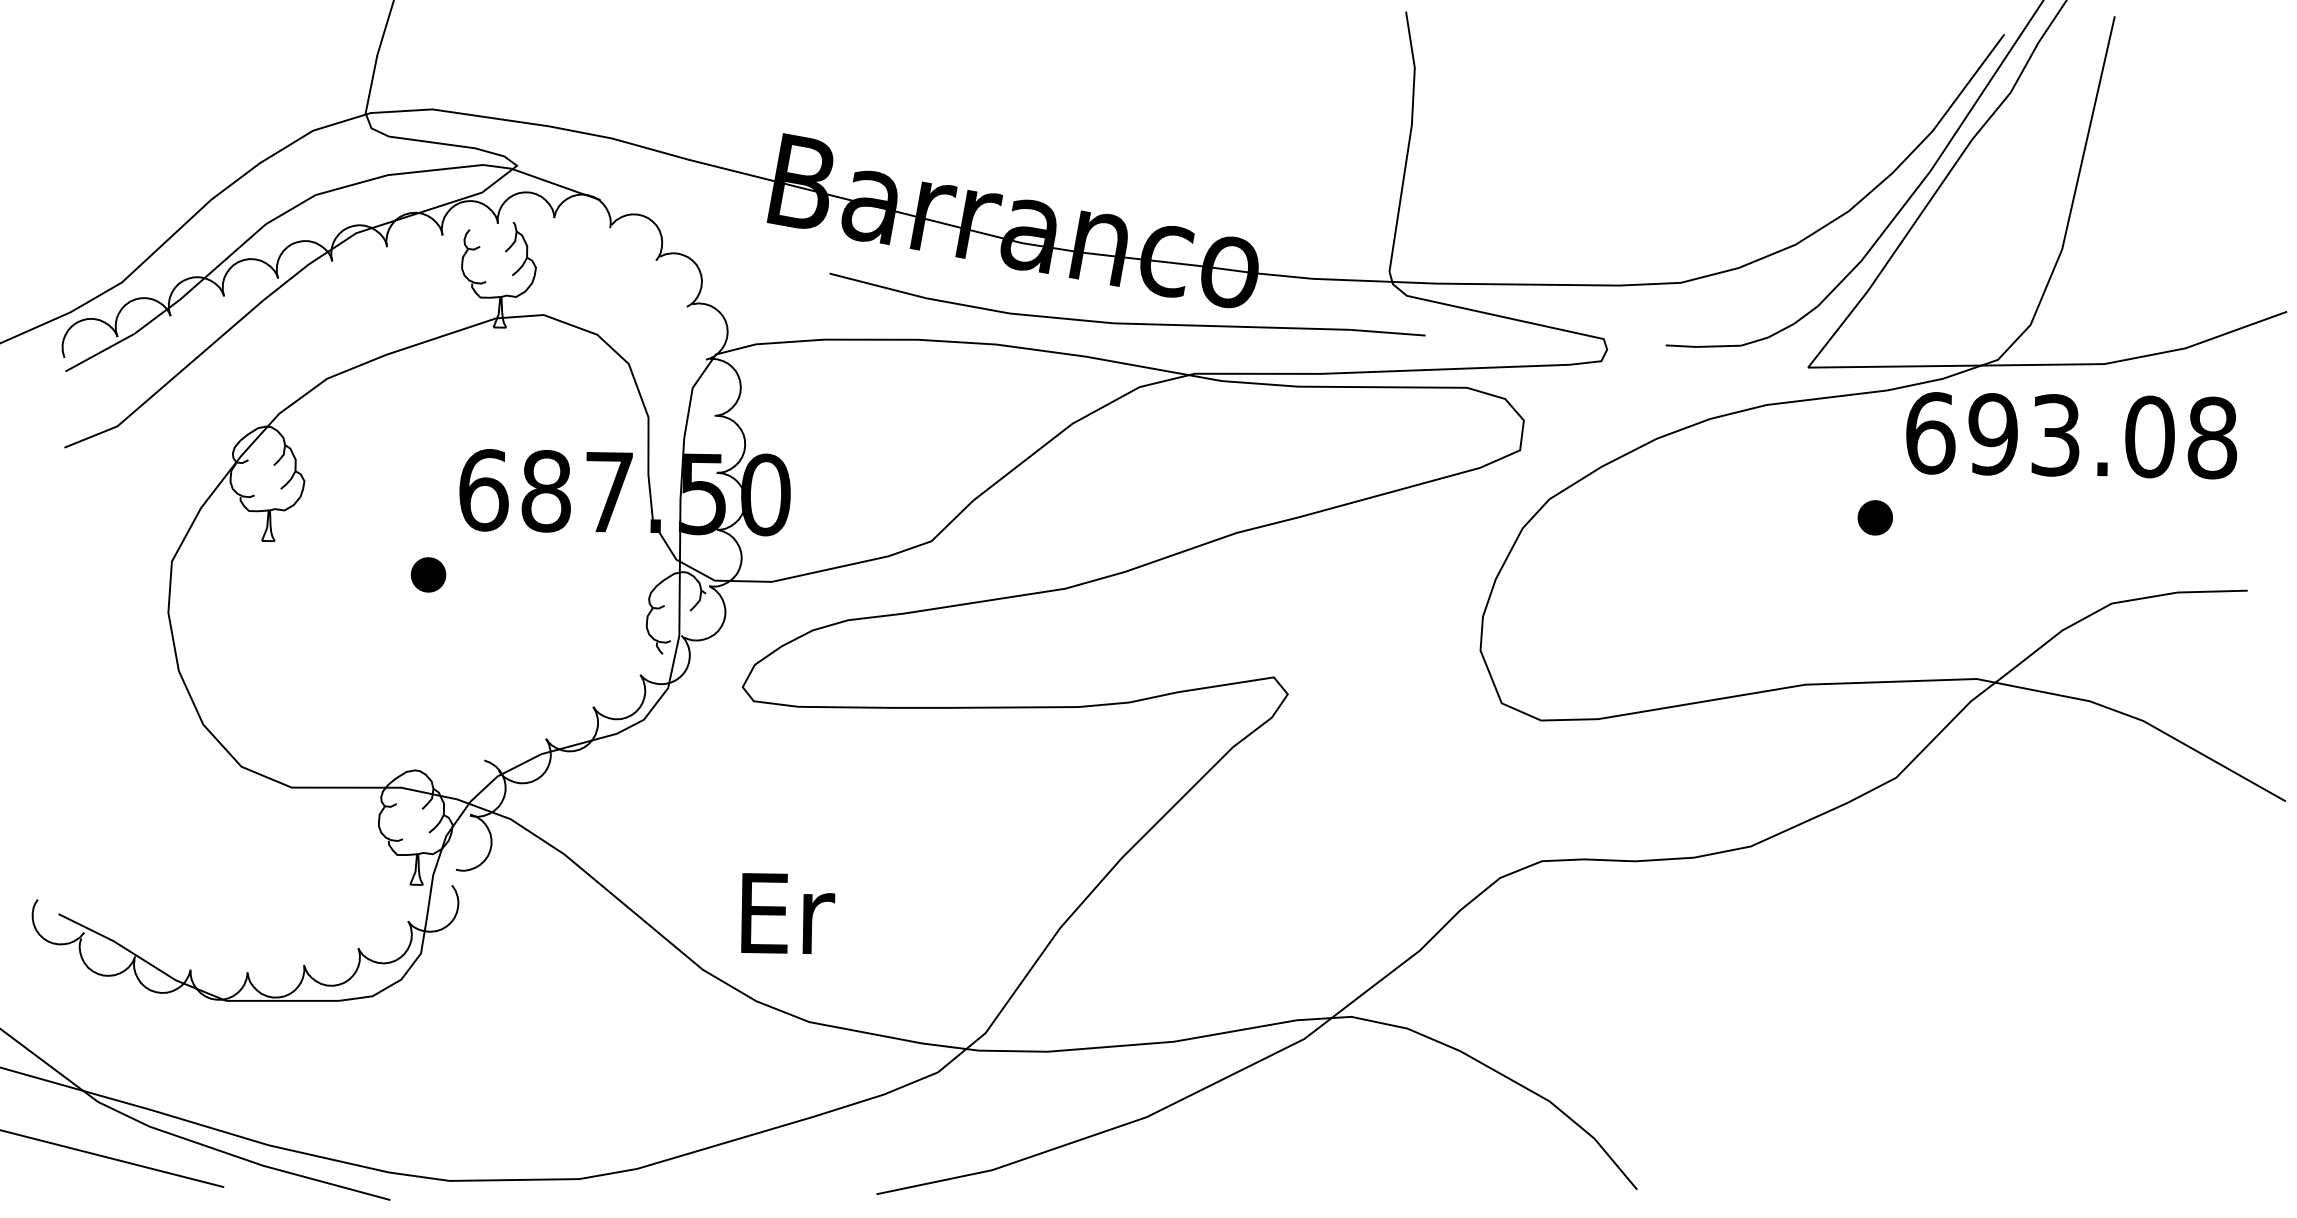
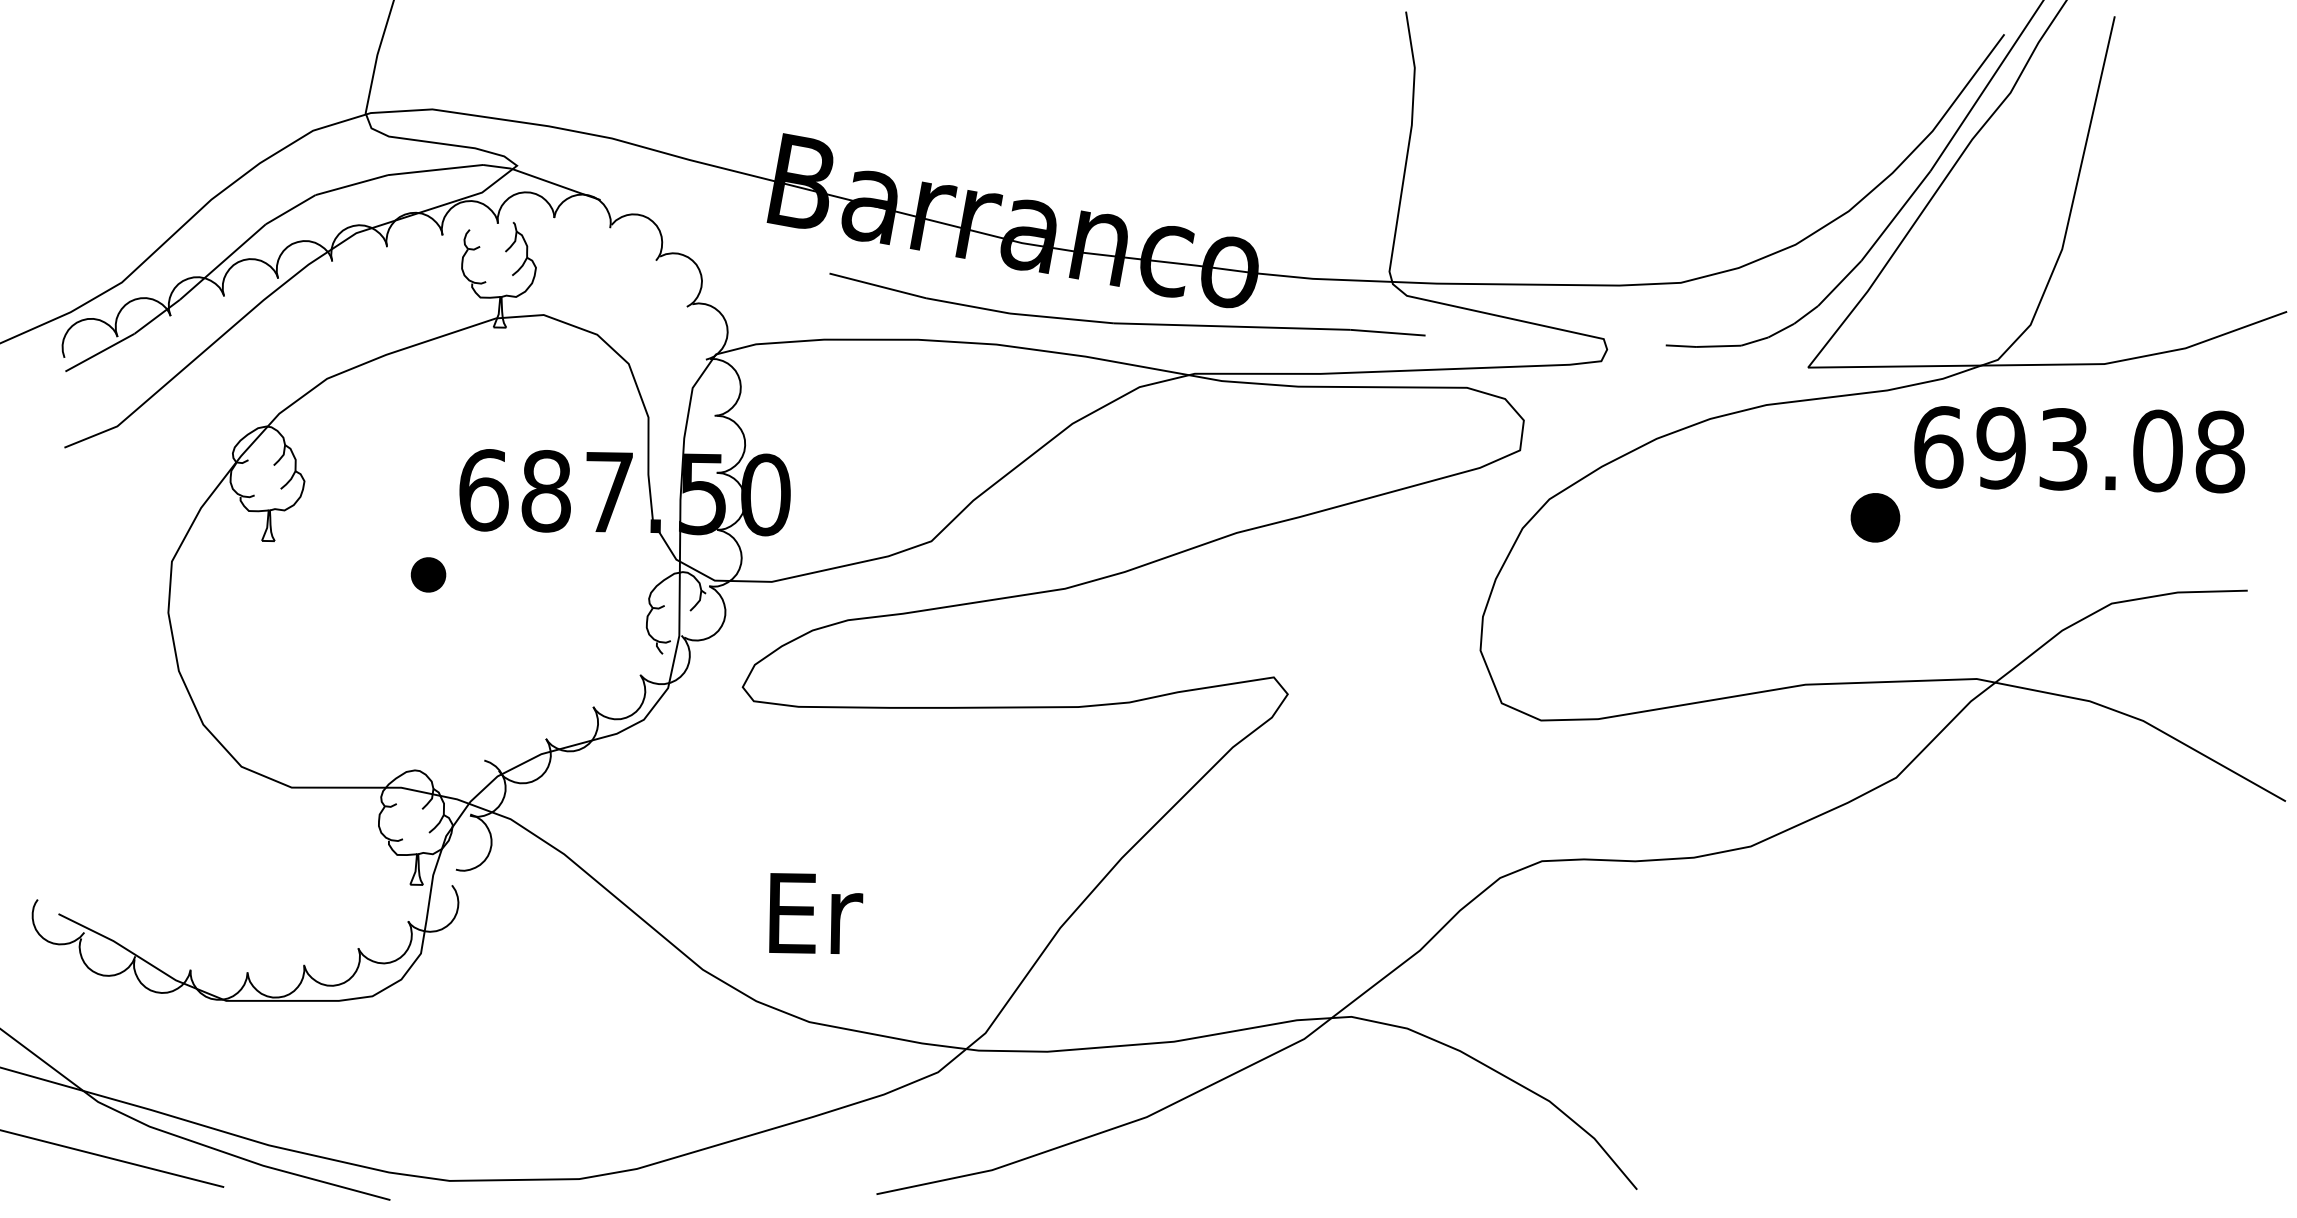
text at (2071, 435) position: (2071, 435) -> (2079, 449)
part at (1874, 517) size: 36x36 px -> 51x50 px
text at (788, 913) position: (788, 913) -> (816, 913)
